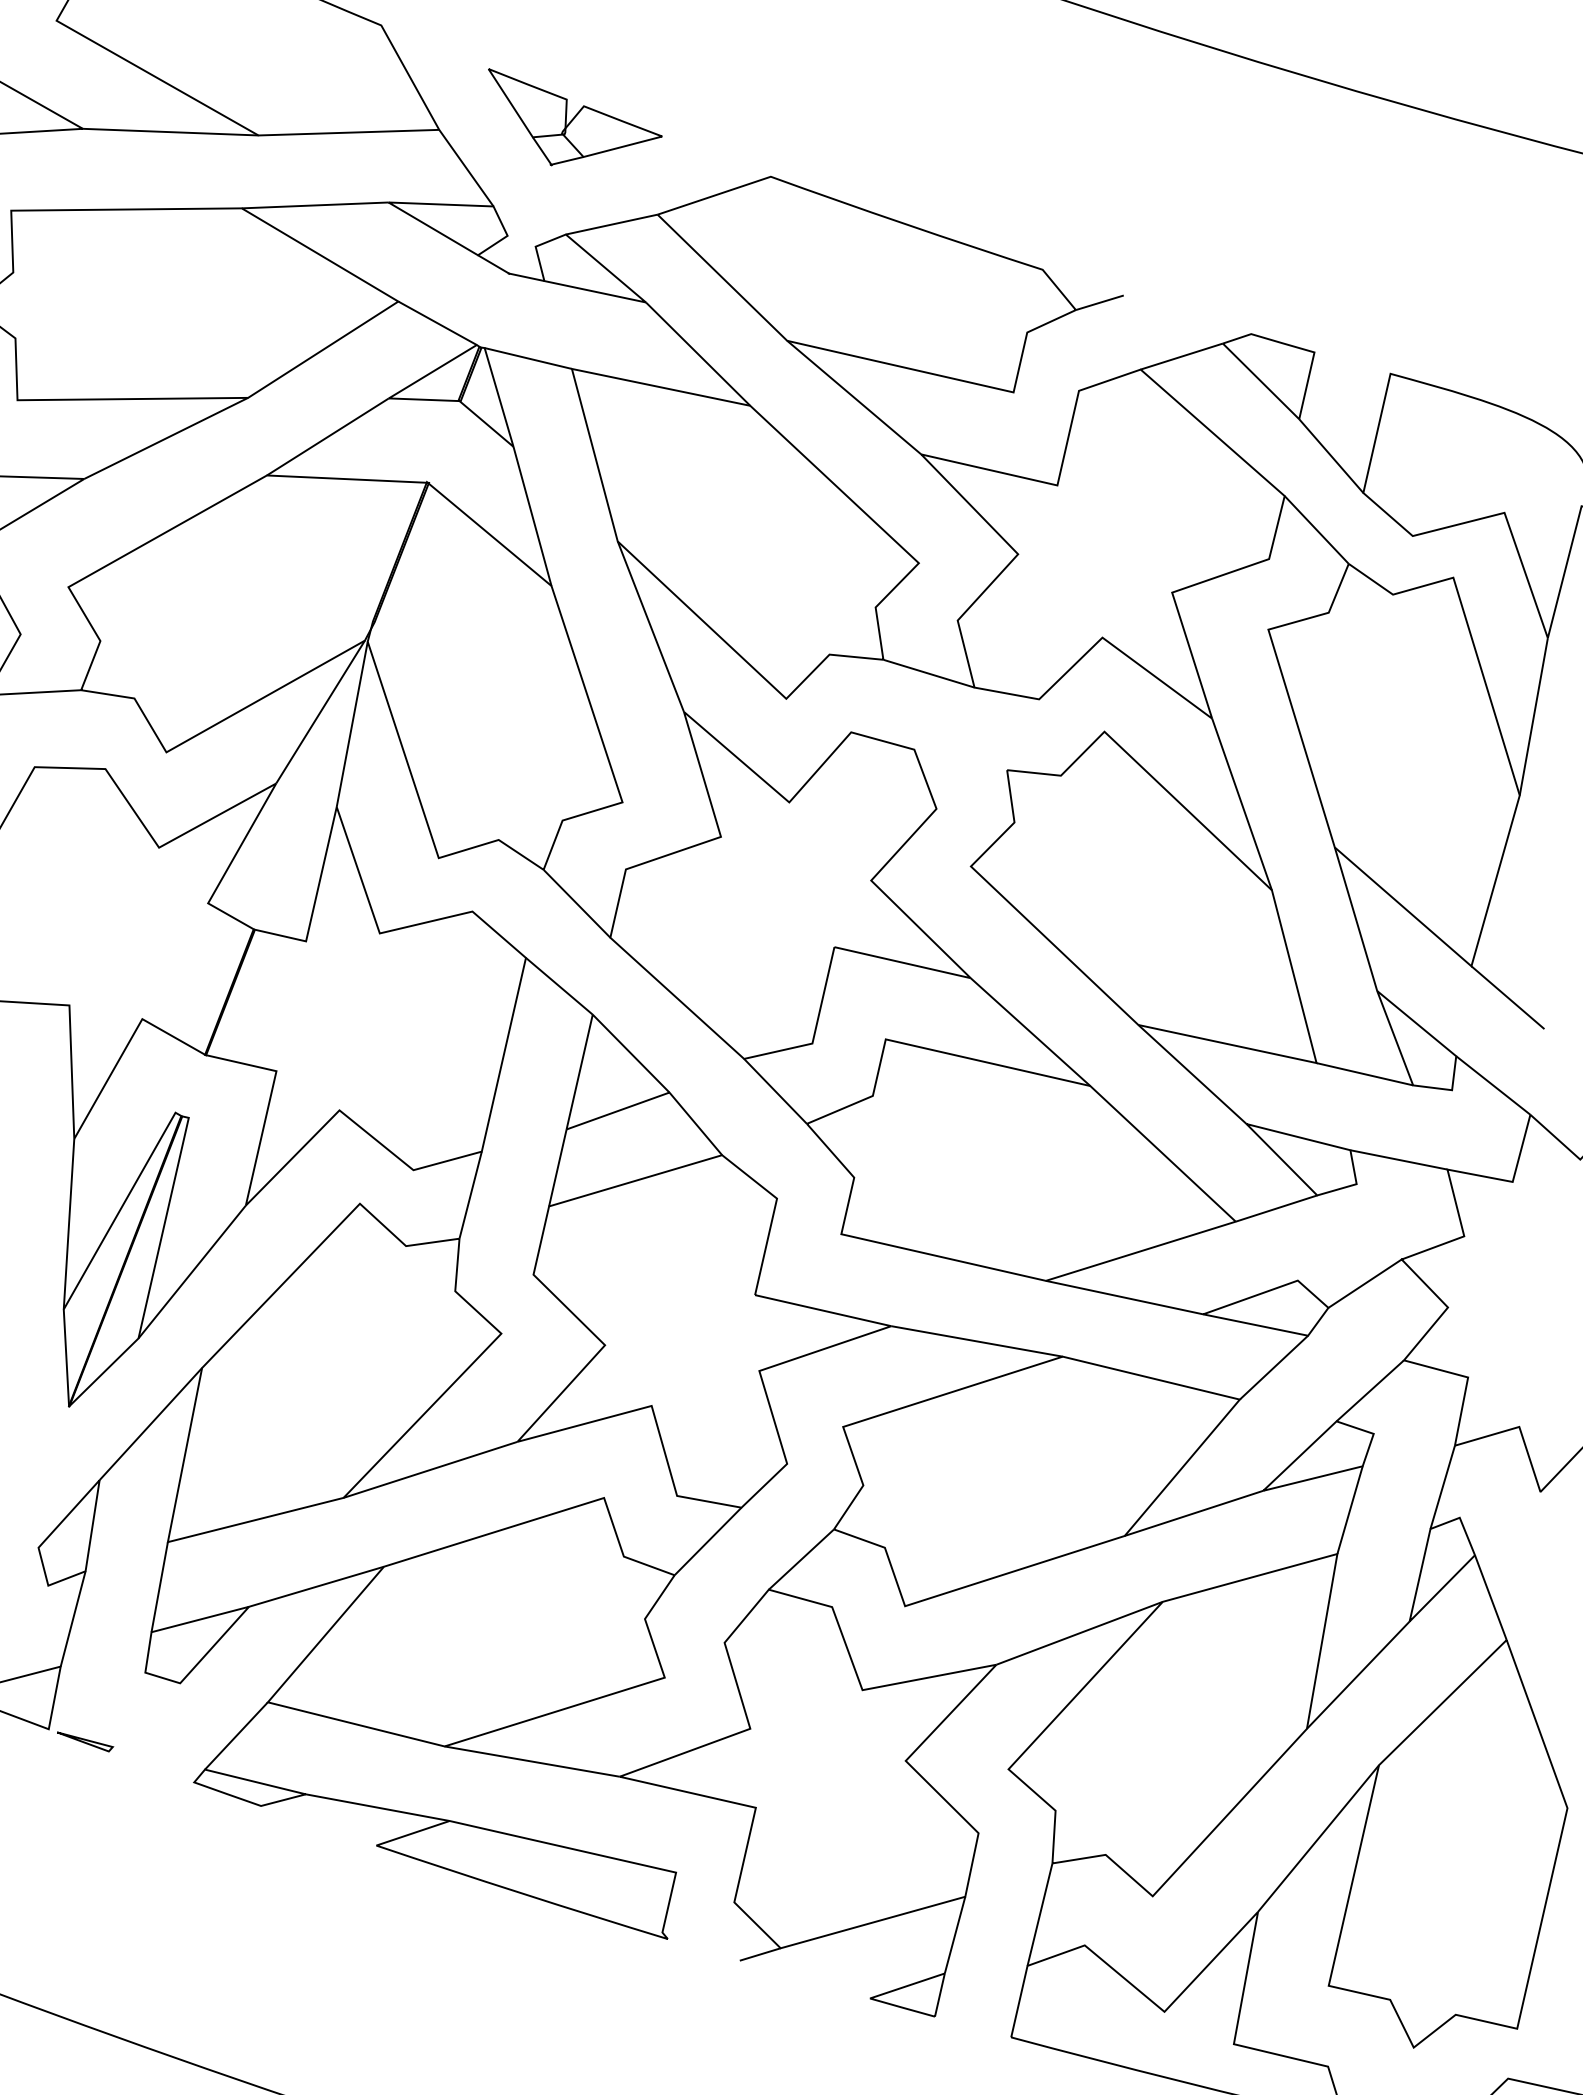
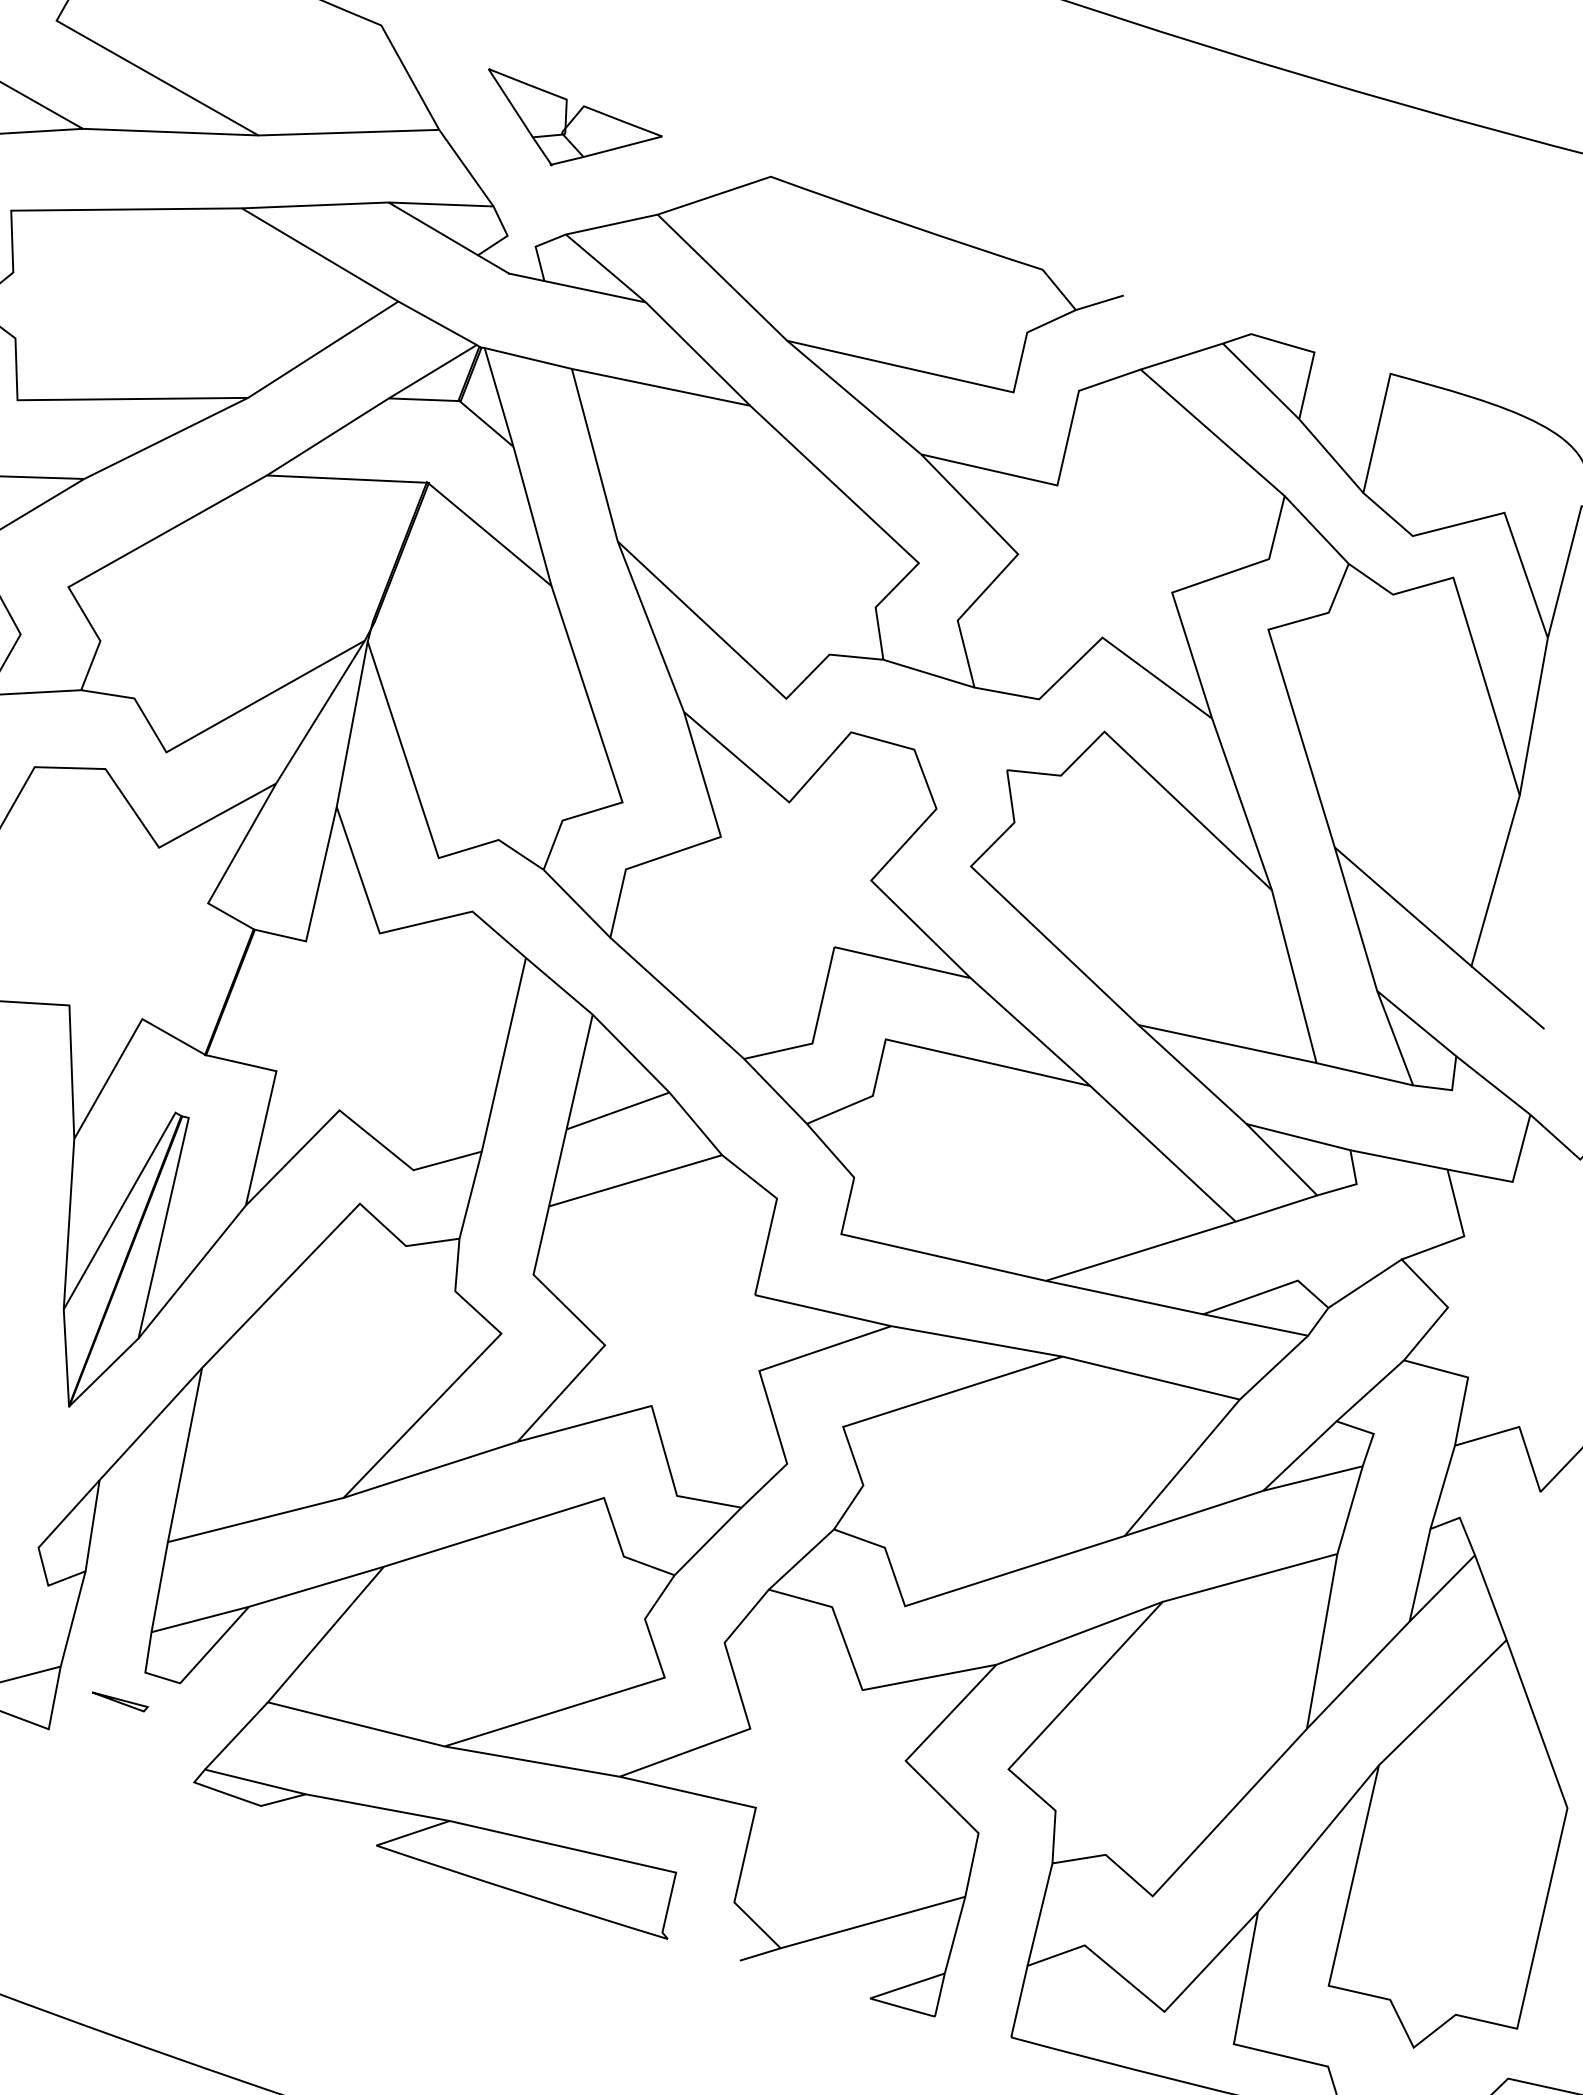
part at (85, 1741) position: (85, 1741) -> (120, 1701)
